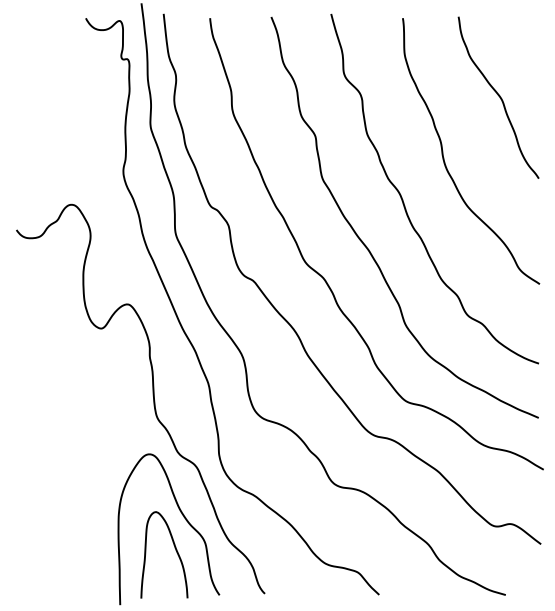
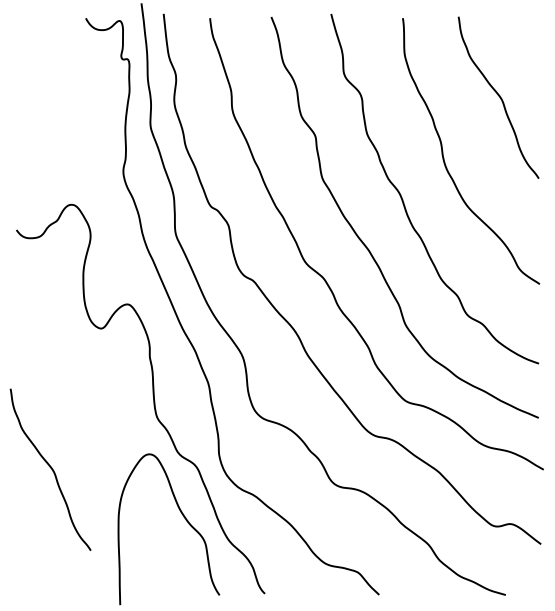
curve at (50, 468): none -> present
curve at (174, 548): present -> none
